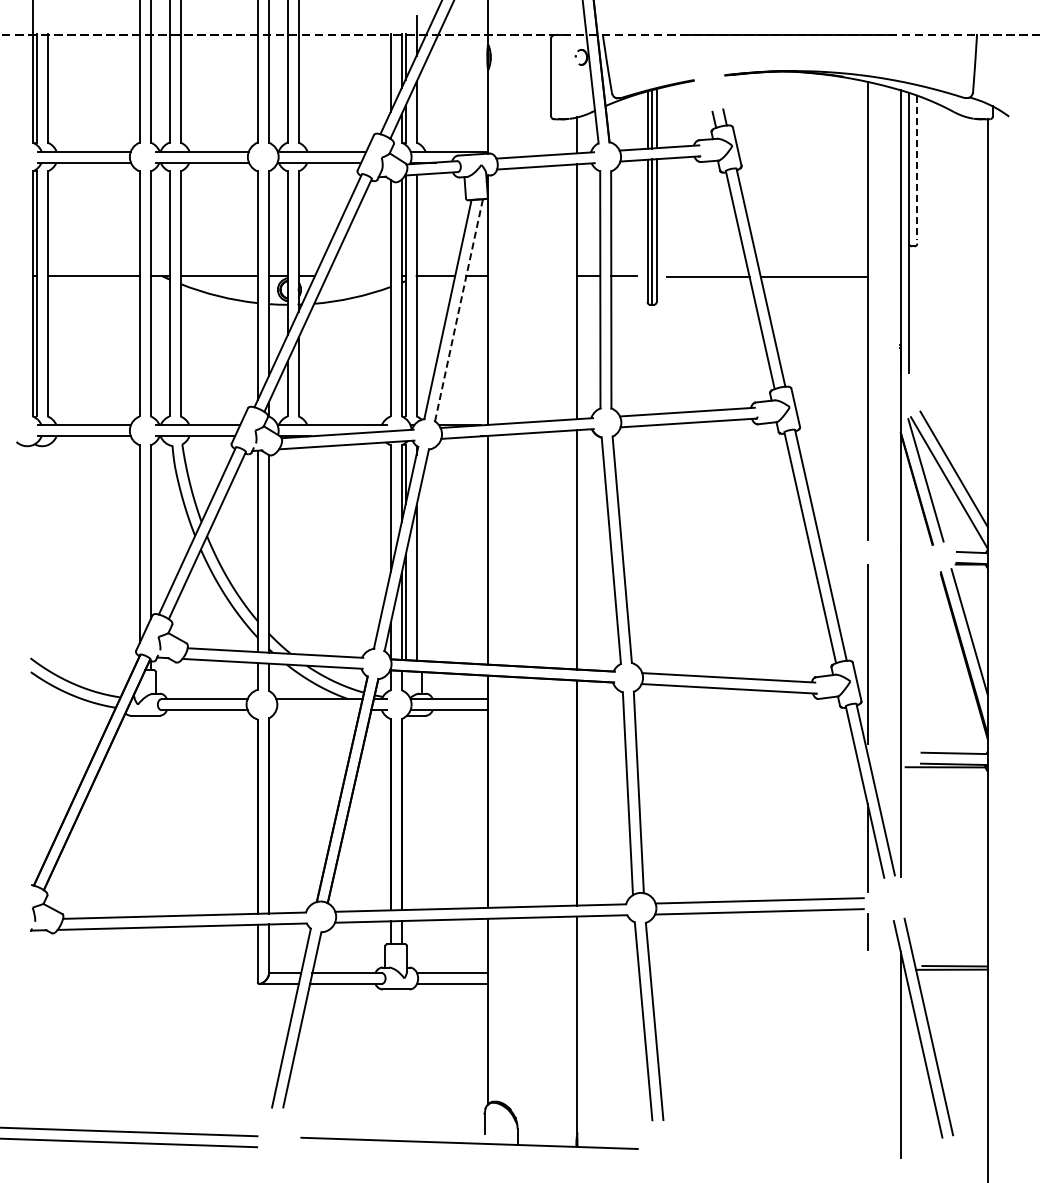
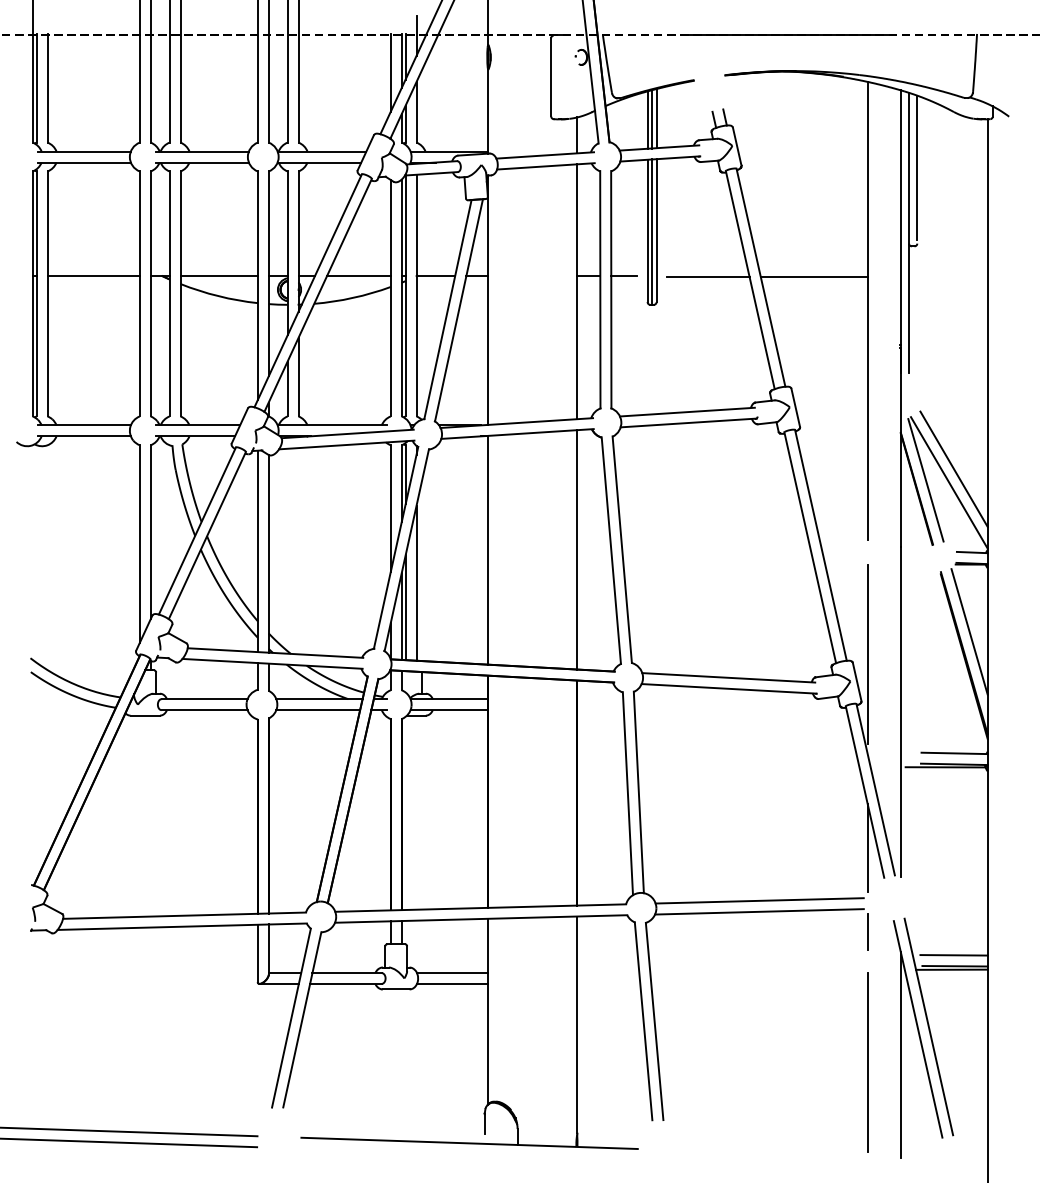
line at (917, 168): dashed -> solid
line at (358, 275): none -> present
line at (459, 310): dashed -> solid
line at (318, 710): none -> present
line at (953, 955): none -> present
line at (867, 1062): none -> present
